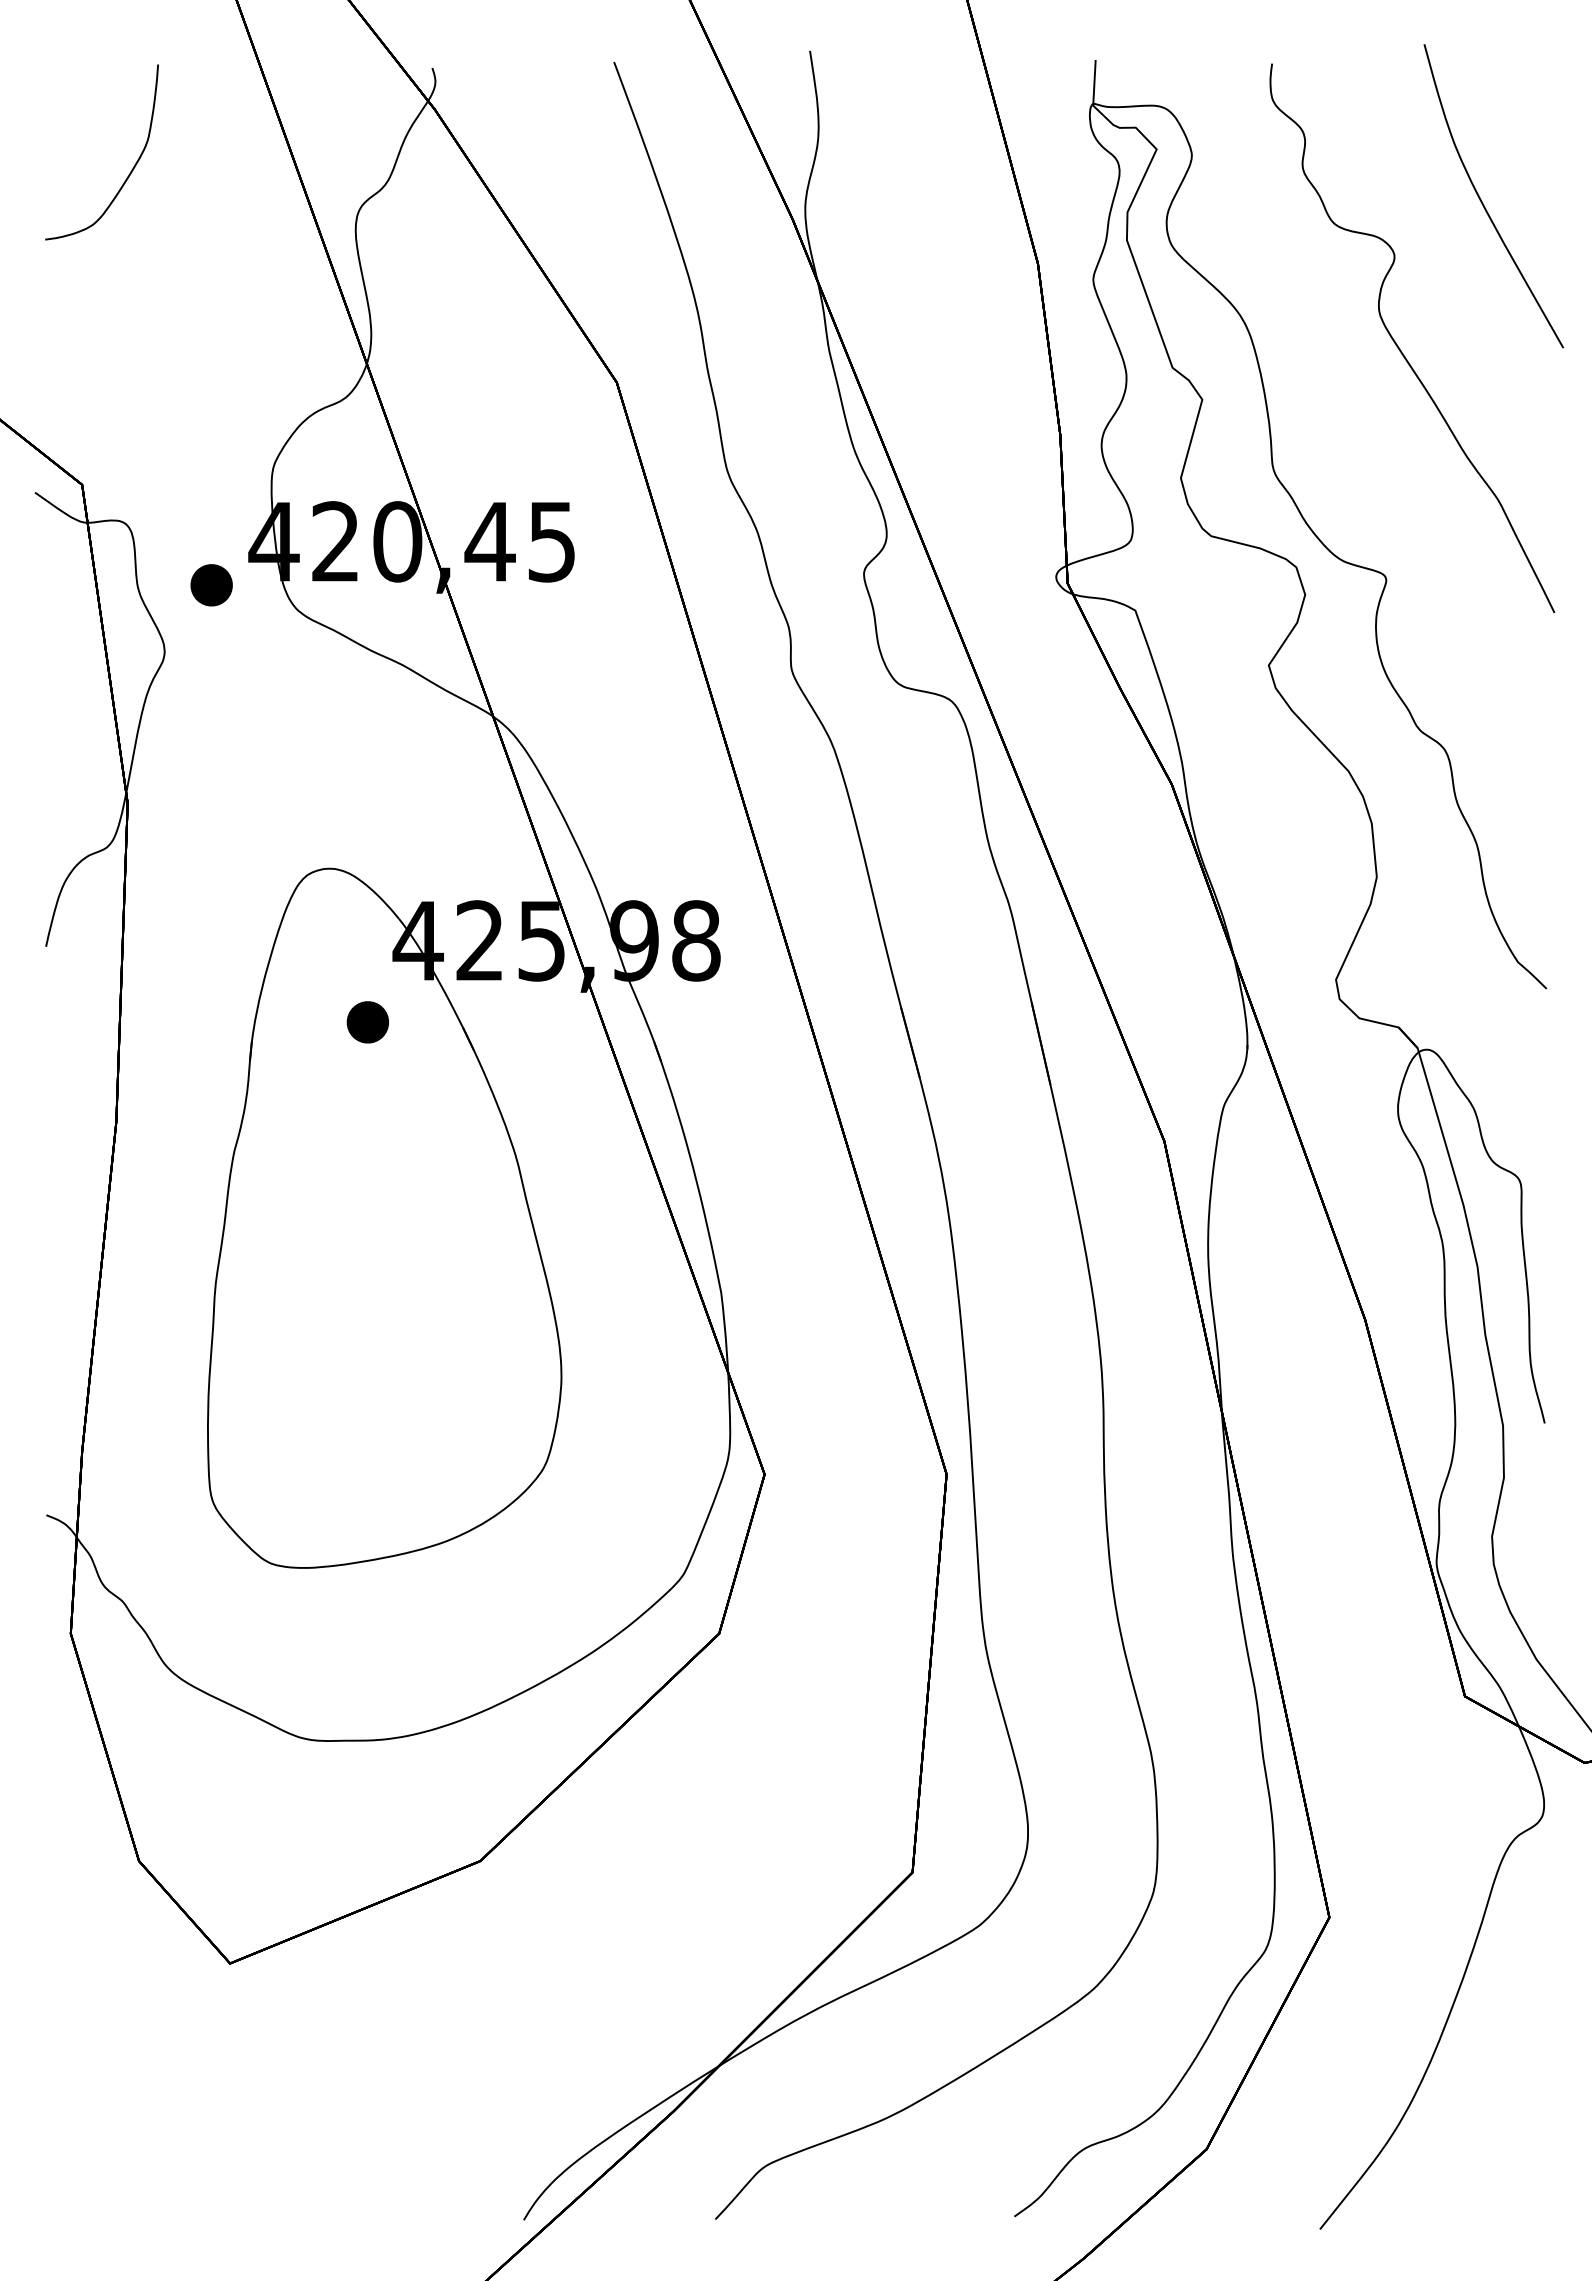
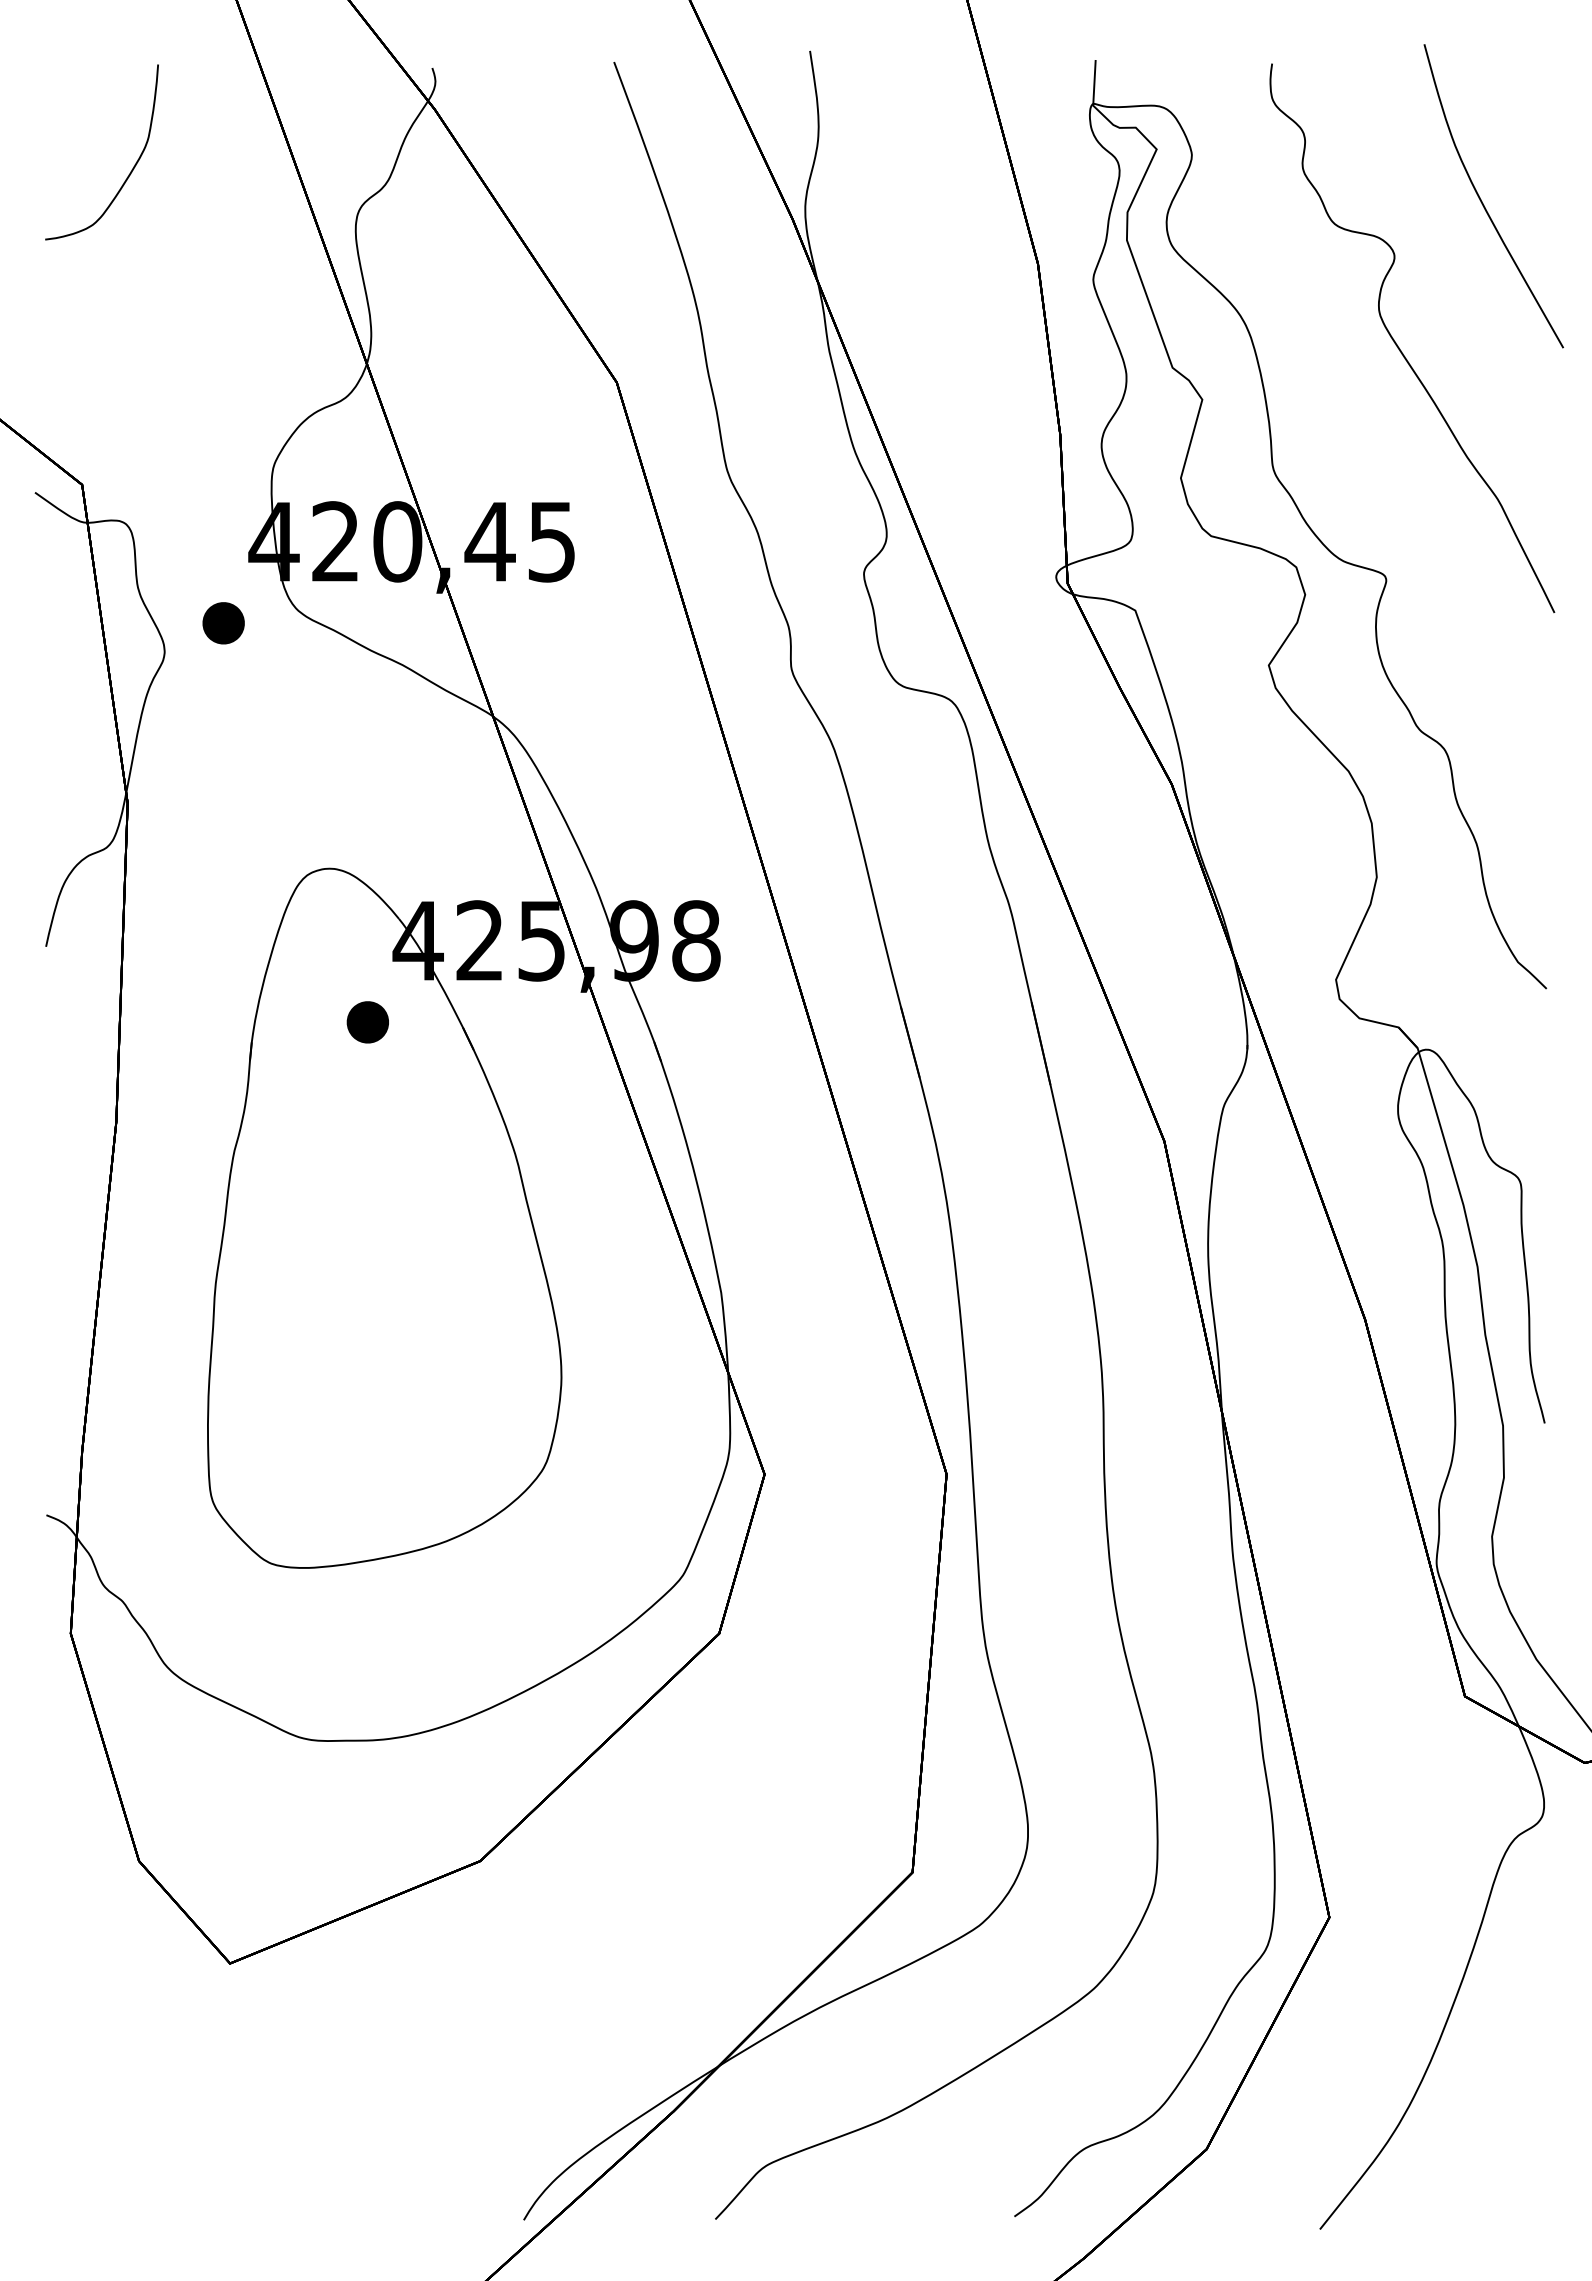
part at (211, 585) position: (211, 585) -> (223, 623)
